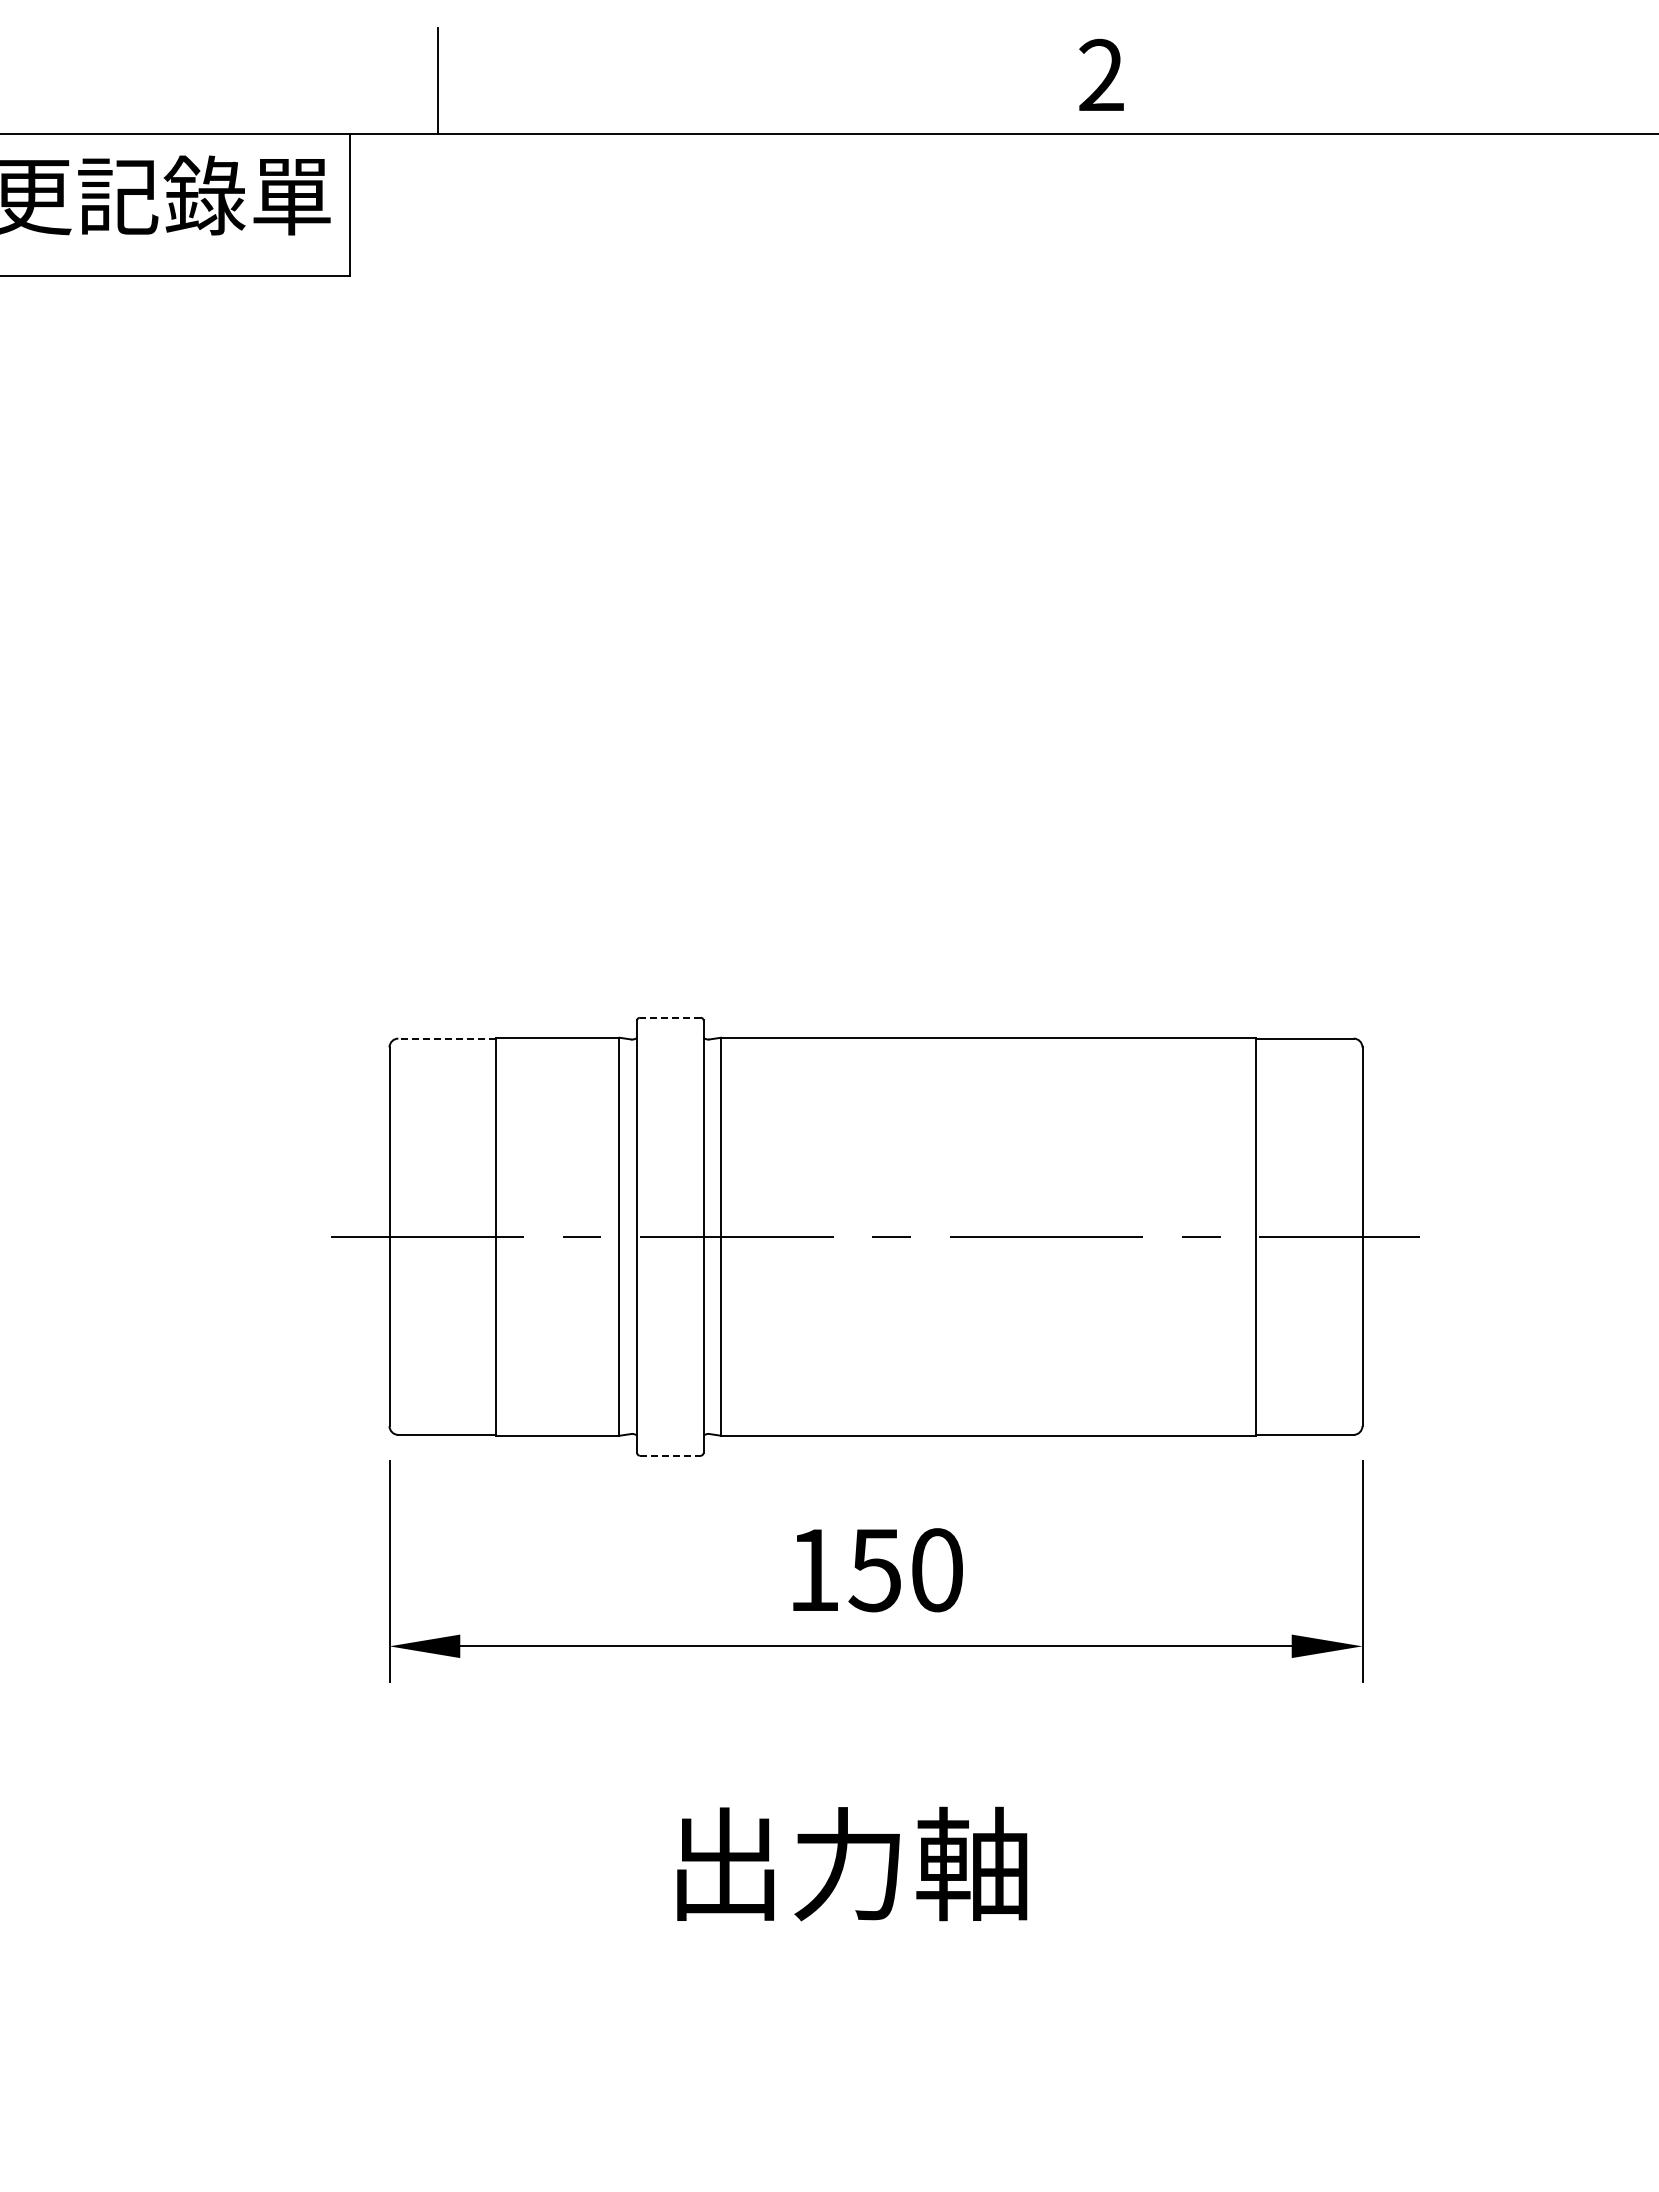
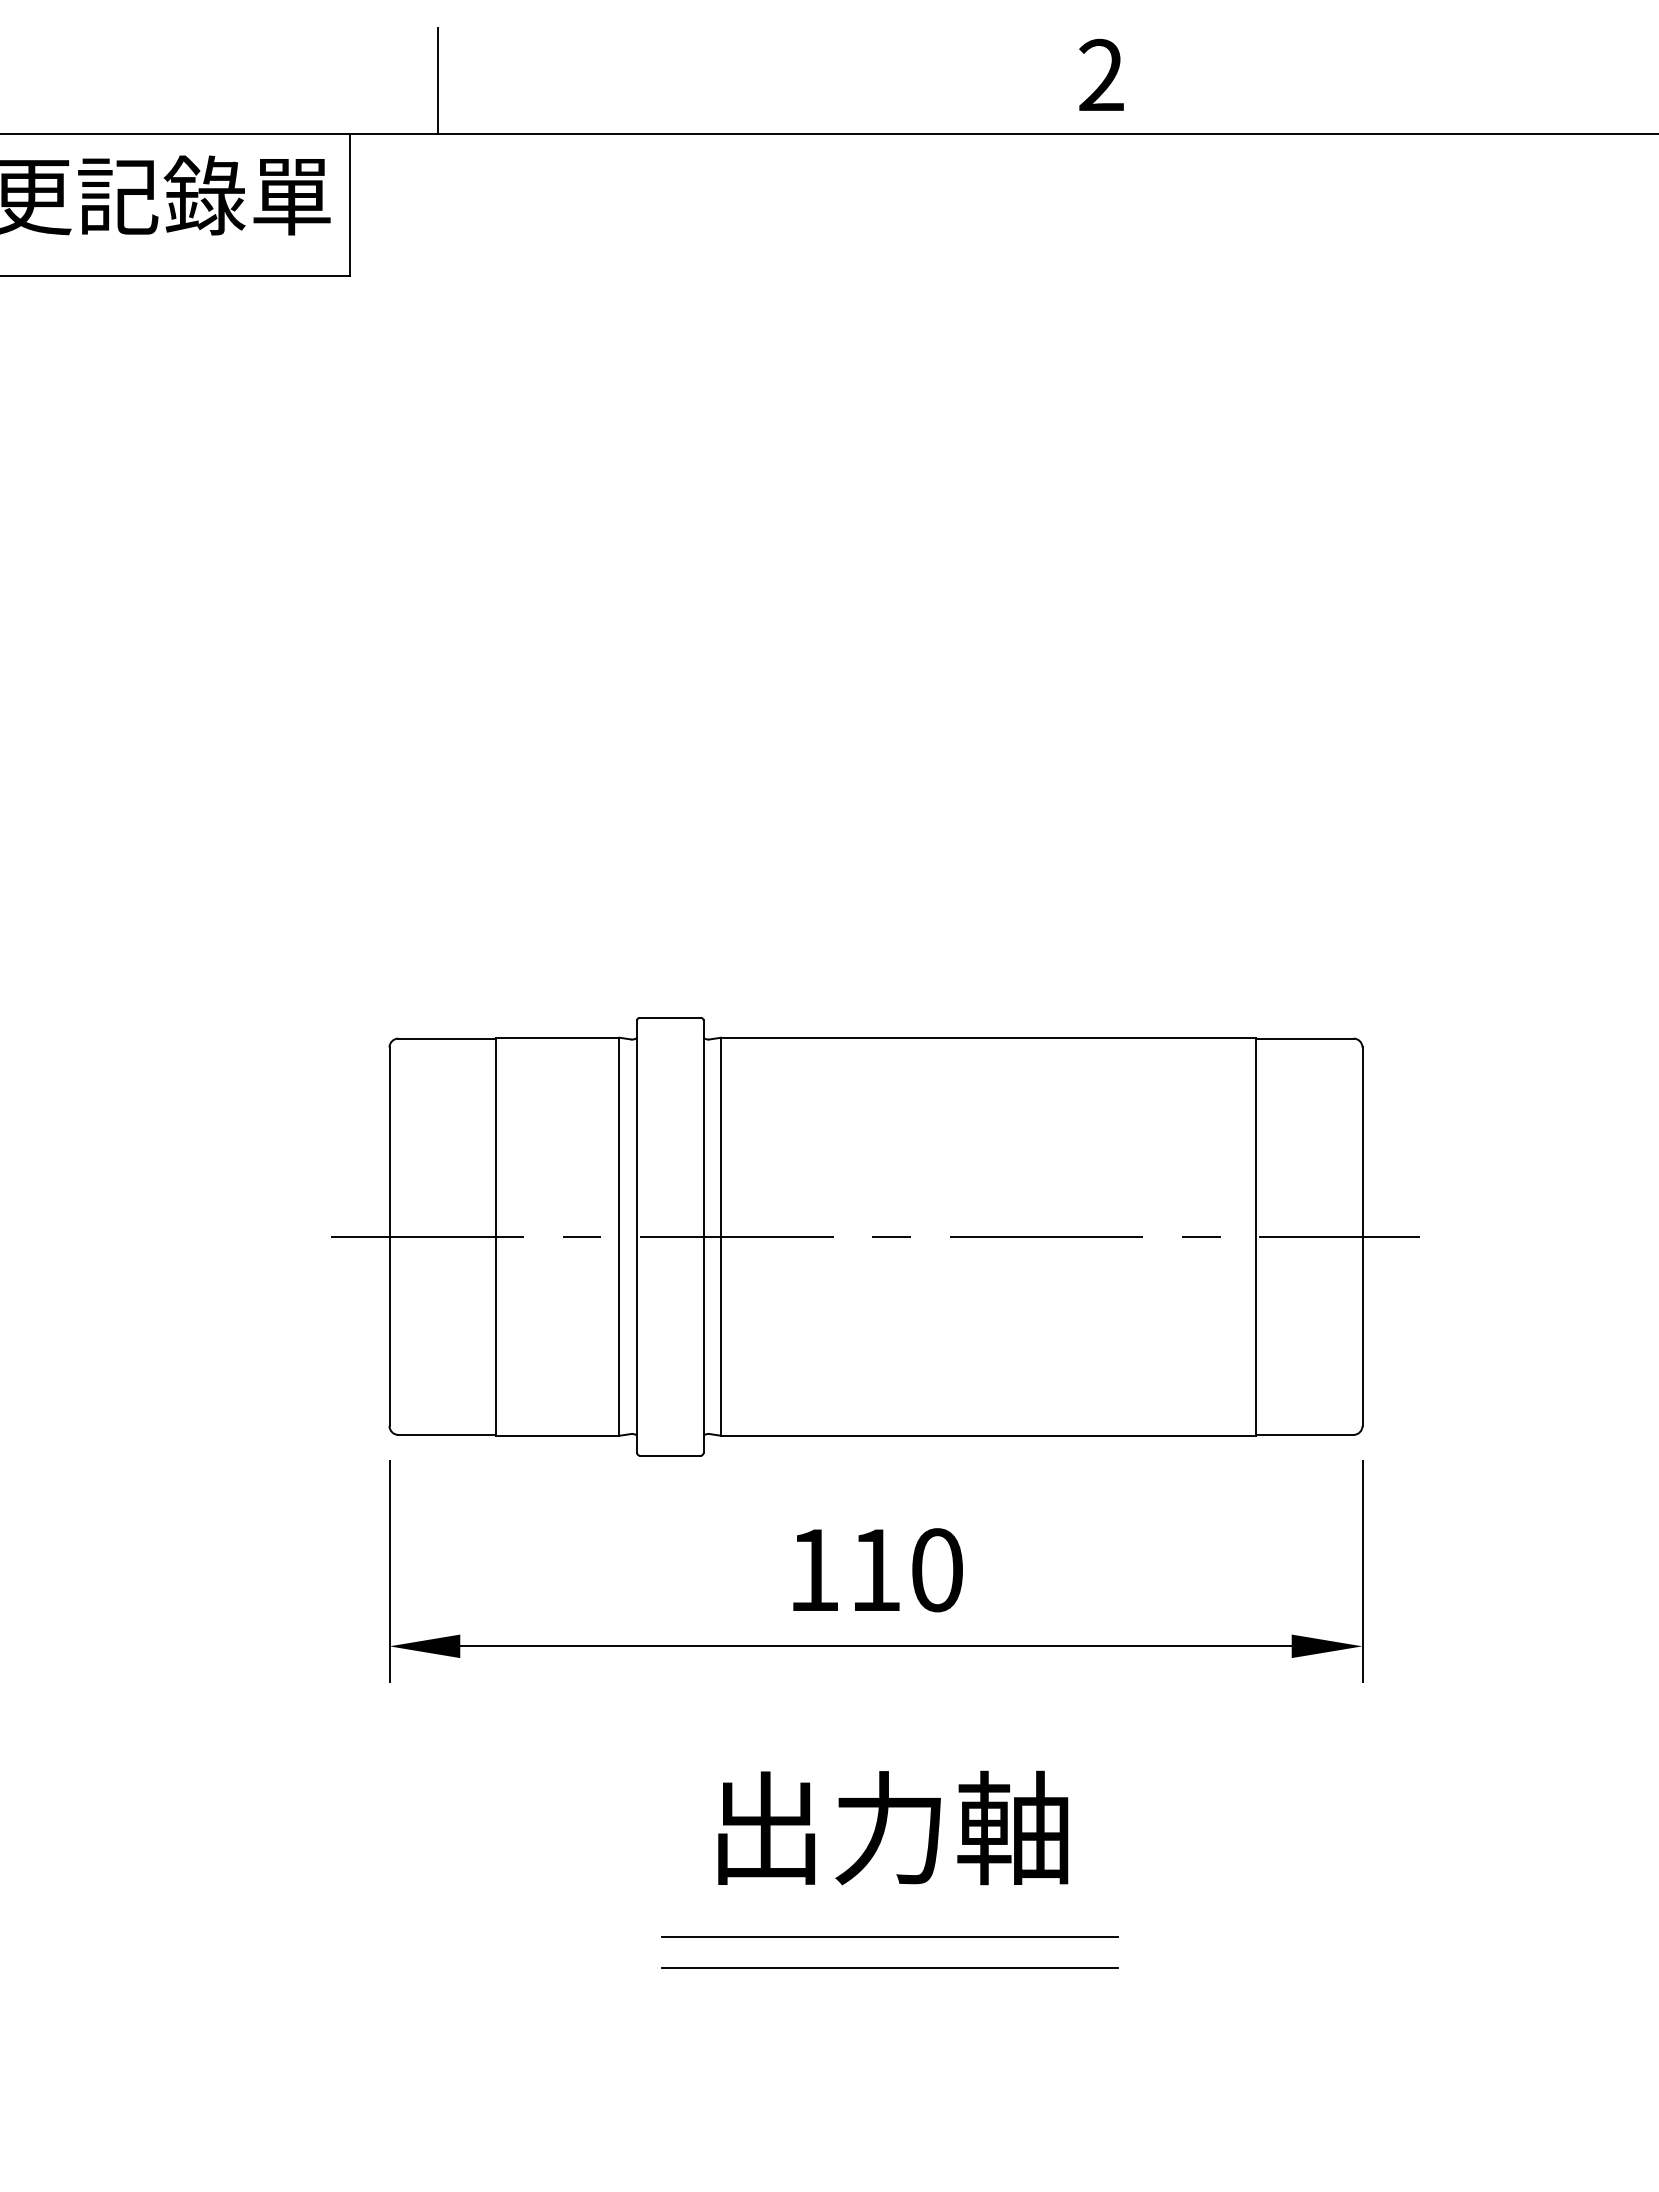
line at (670, 1017): dashed -> solid
line at (447, 1038): dashed -> solid
line at (670, 1455): dashed -> solid
text at (874, 1570): 150 -> 110
text at (852, 1863) position: (852, 1863) -> (893, 1827)
line at (890, 1936): none -> present
line at (890, 1967): none -> present
